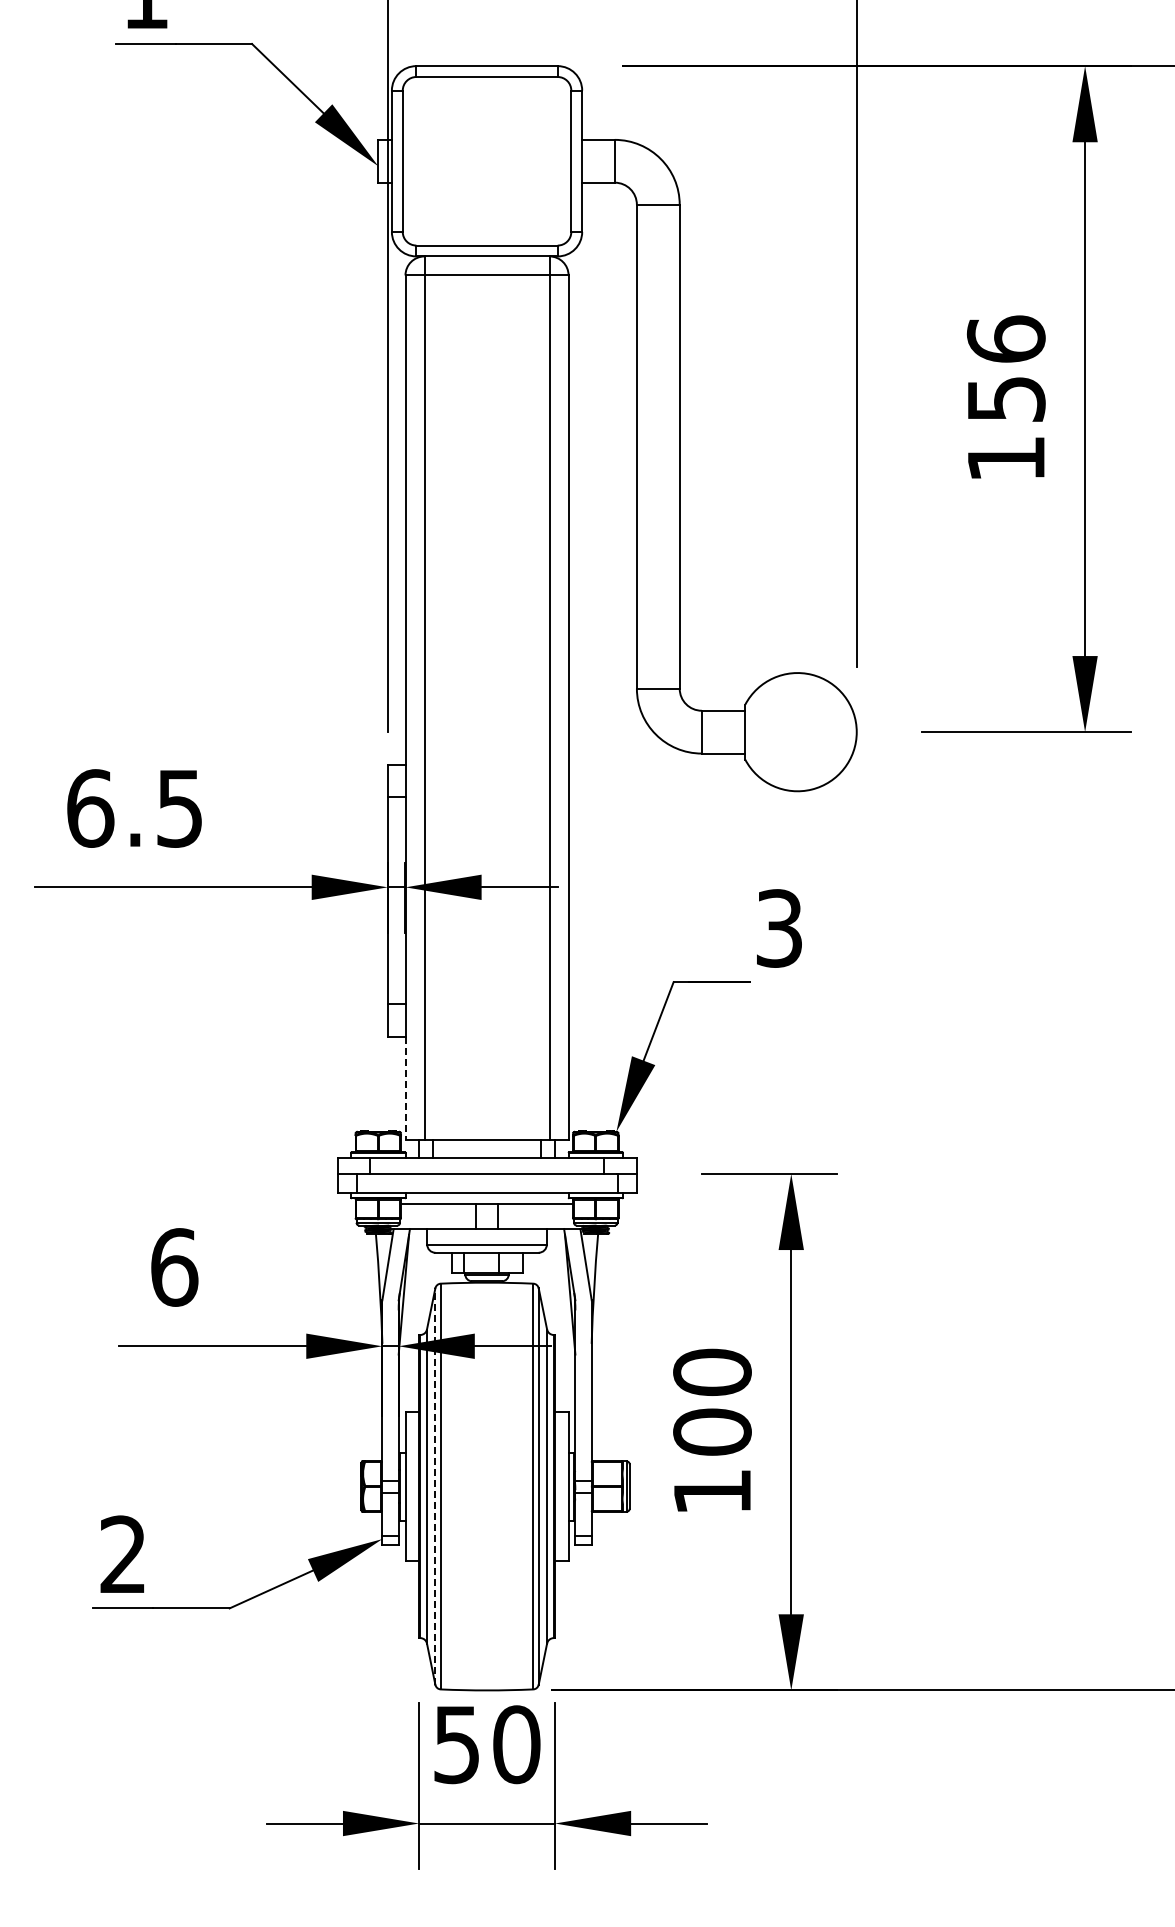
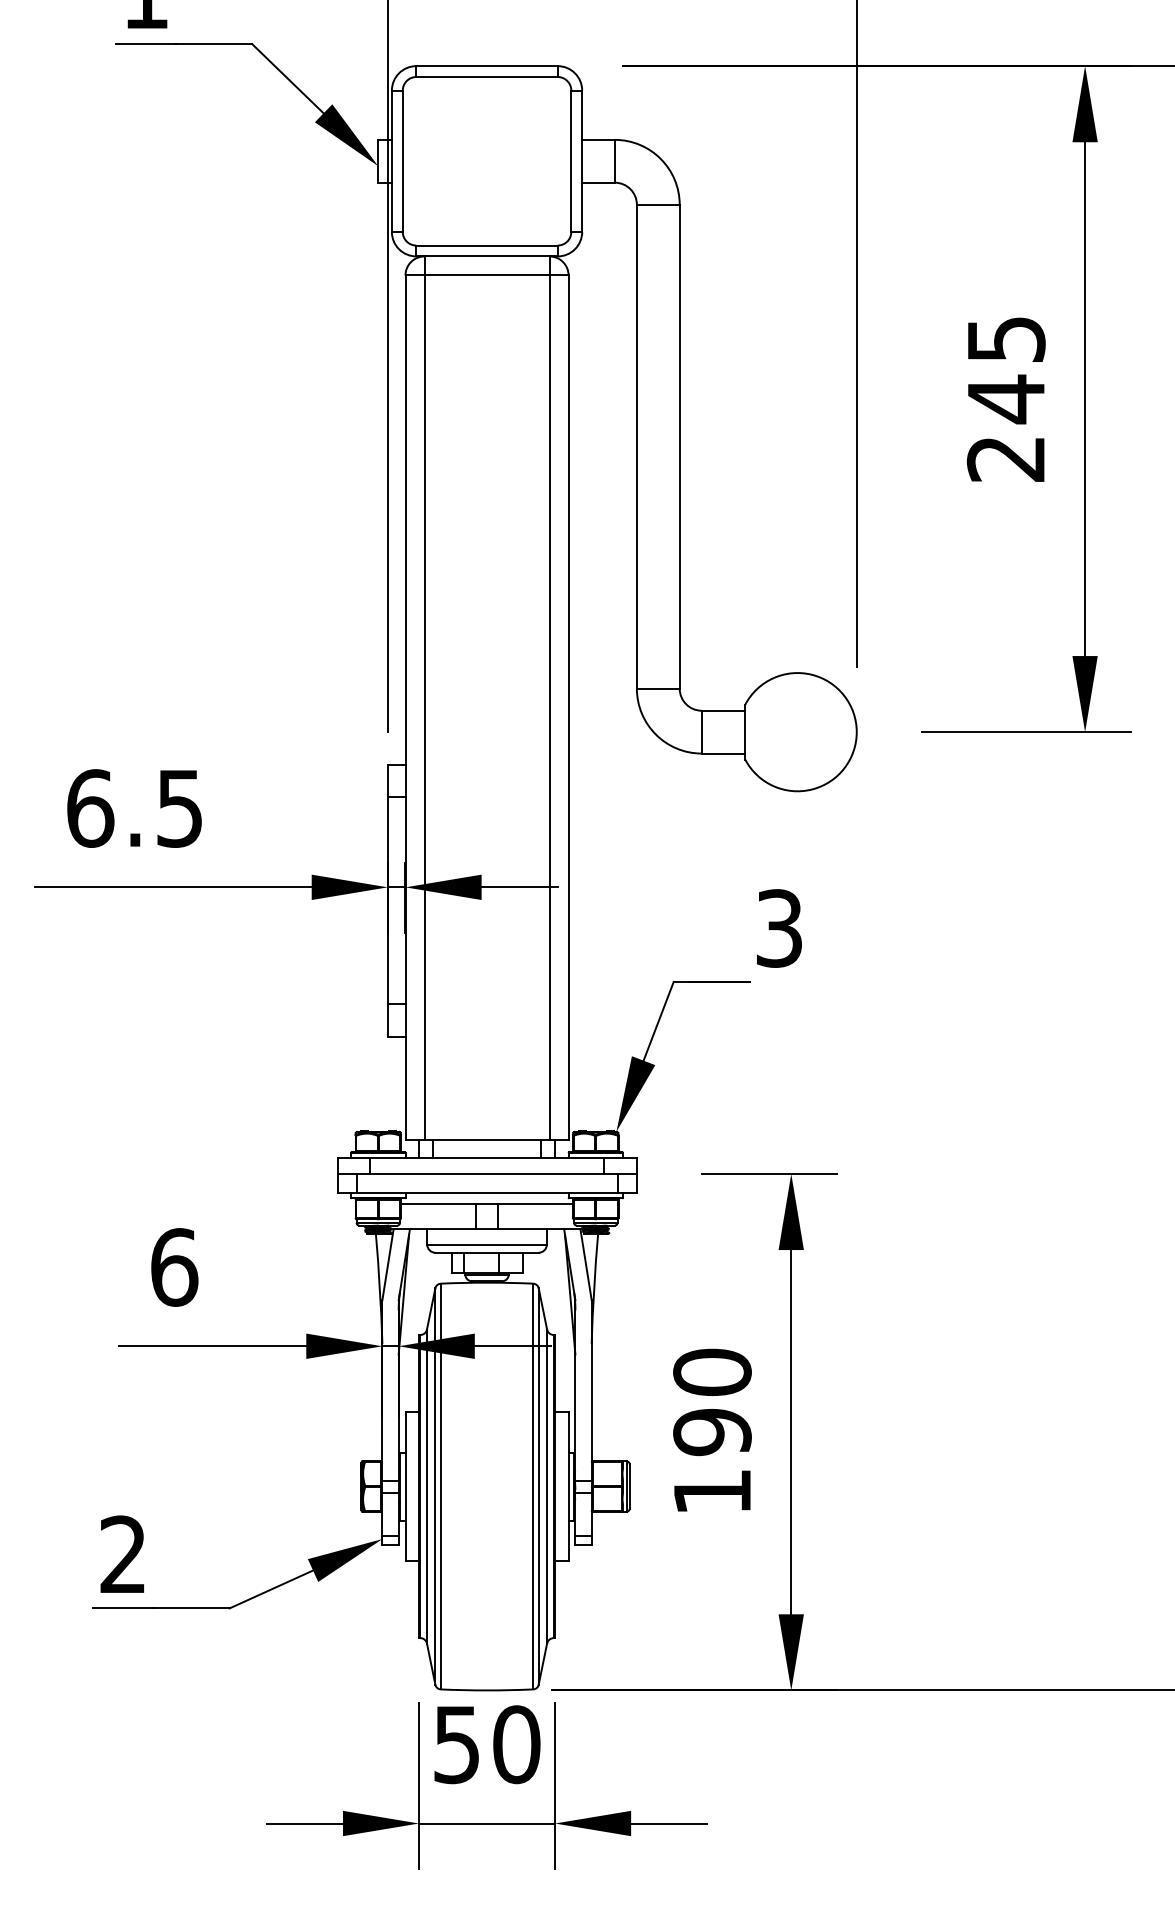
text at (1005, 398): 156 -> 245
line at (405, 1088): dashed -> solid
text at (712, 1432): 100 -> 190
line at (435, 1486): dashed -> solid
